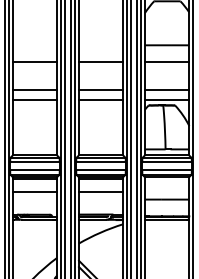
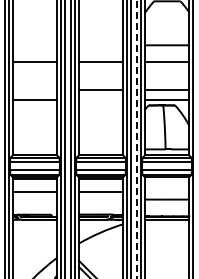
line at (34, 89): present -> none
line at (101, 100): present -> none
line at (136, 139): solid -> dashed
